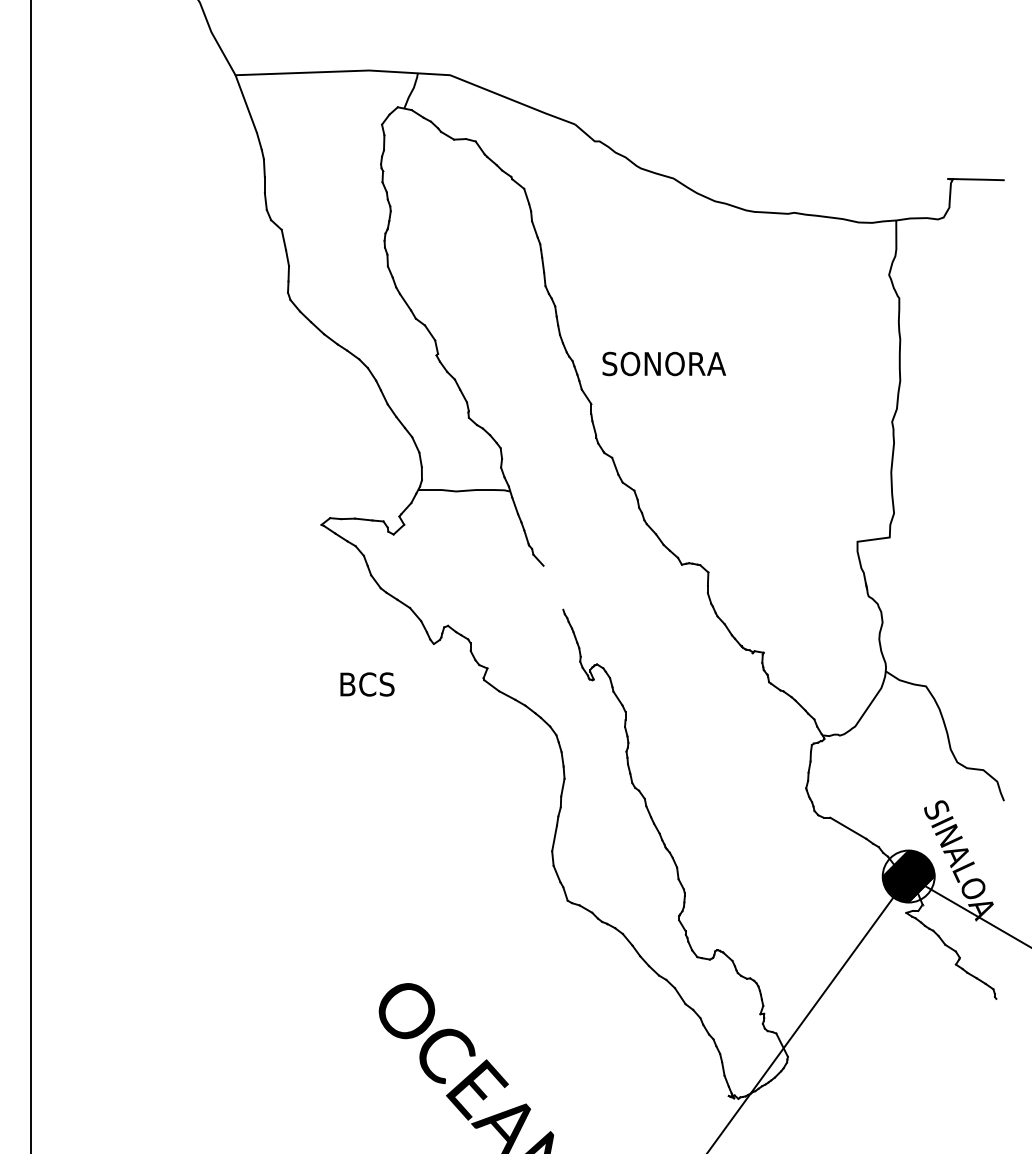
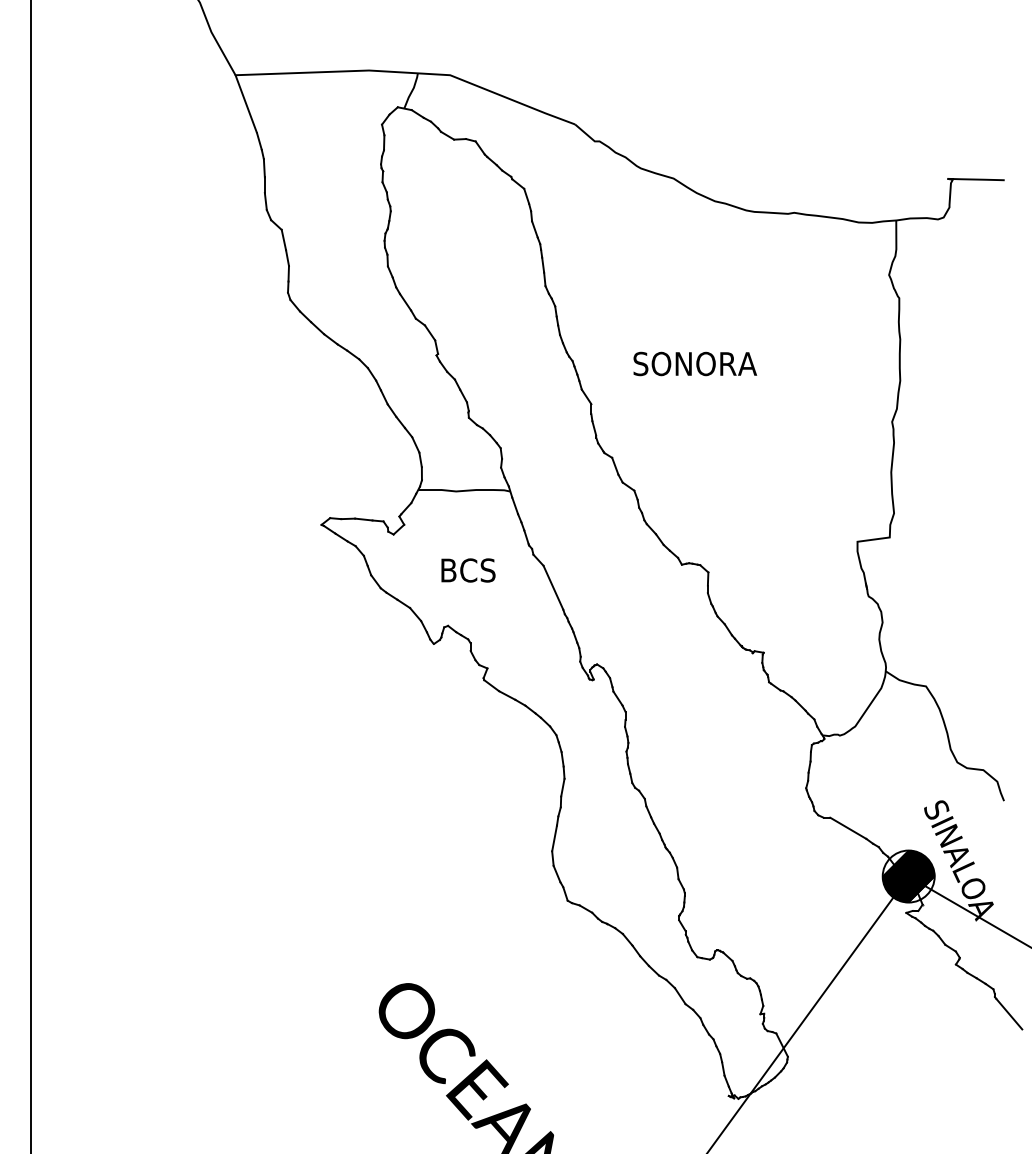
text at (664, 363) position: (664, 363) -> (695, 363)
line at (553, 587): none -> present
text at (367, 684) position: (367, 684) -> (468, 570)
line at (1009, 1013): none -> present
